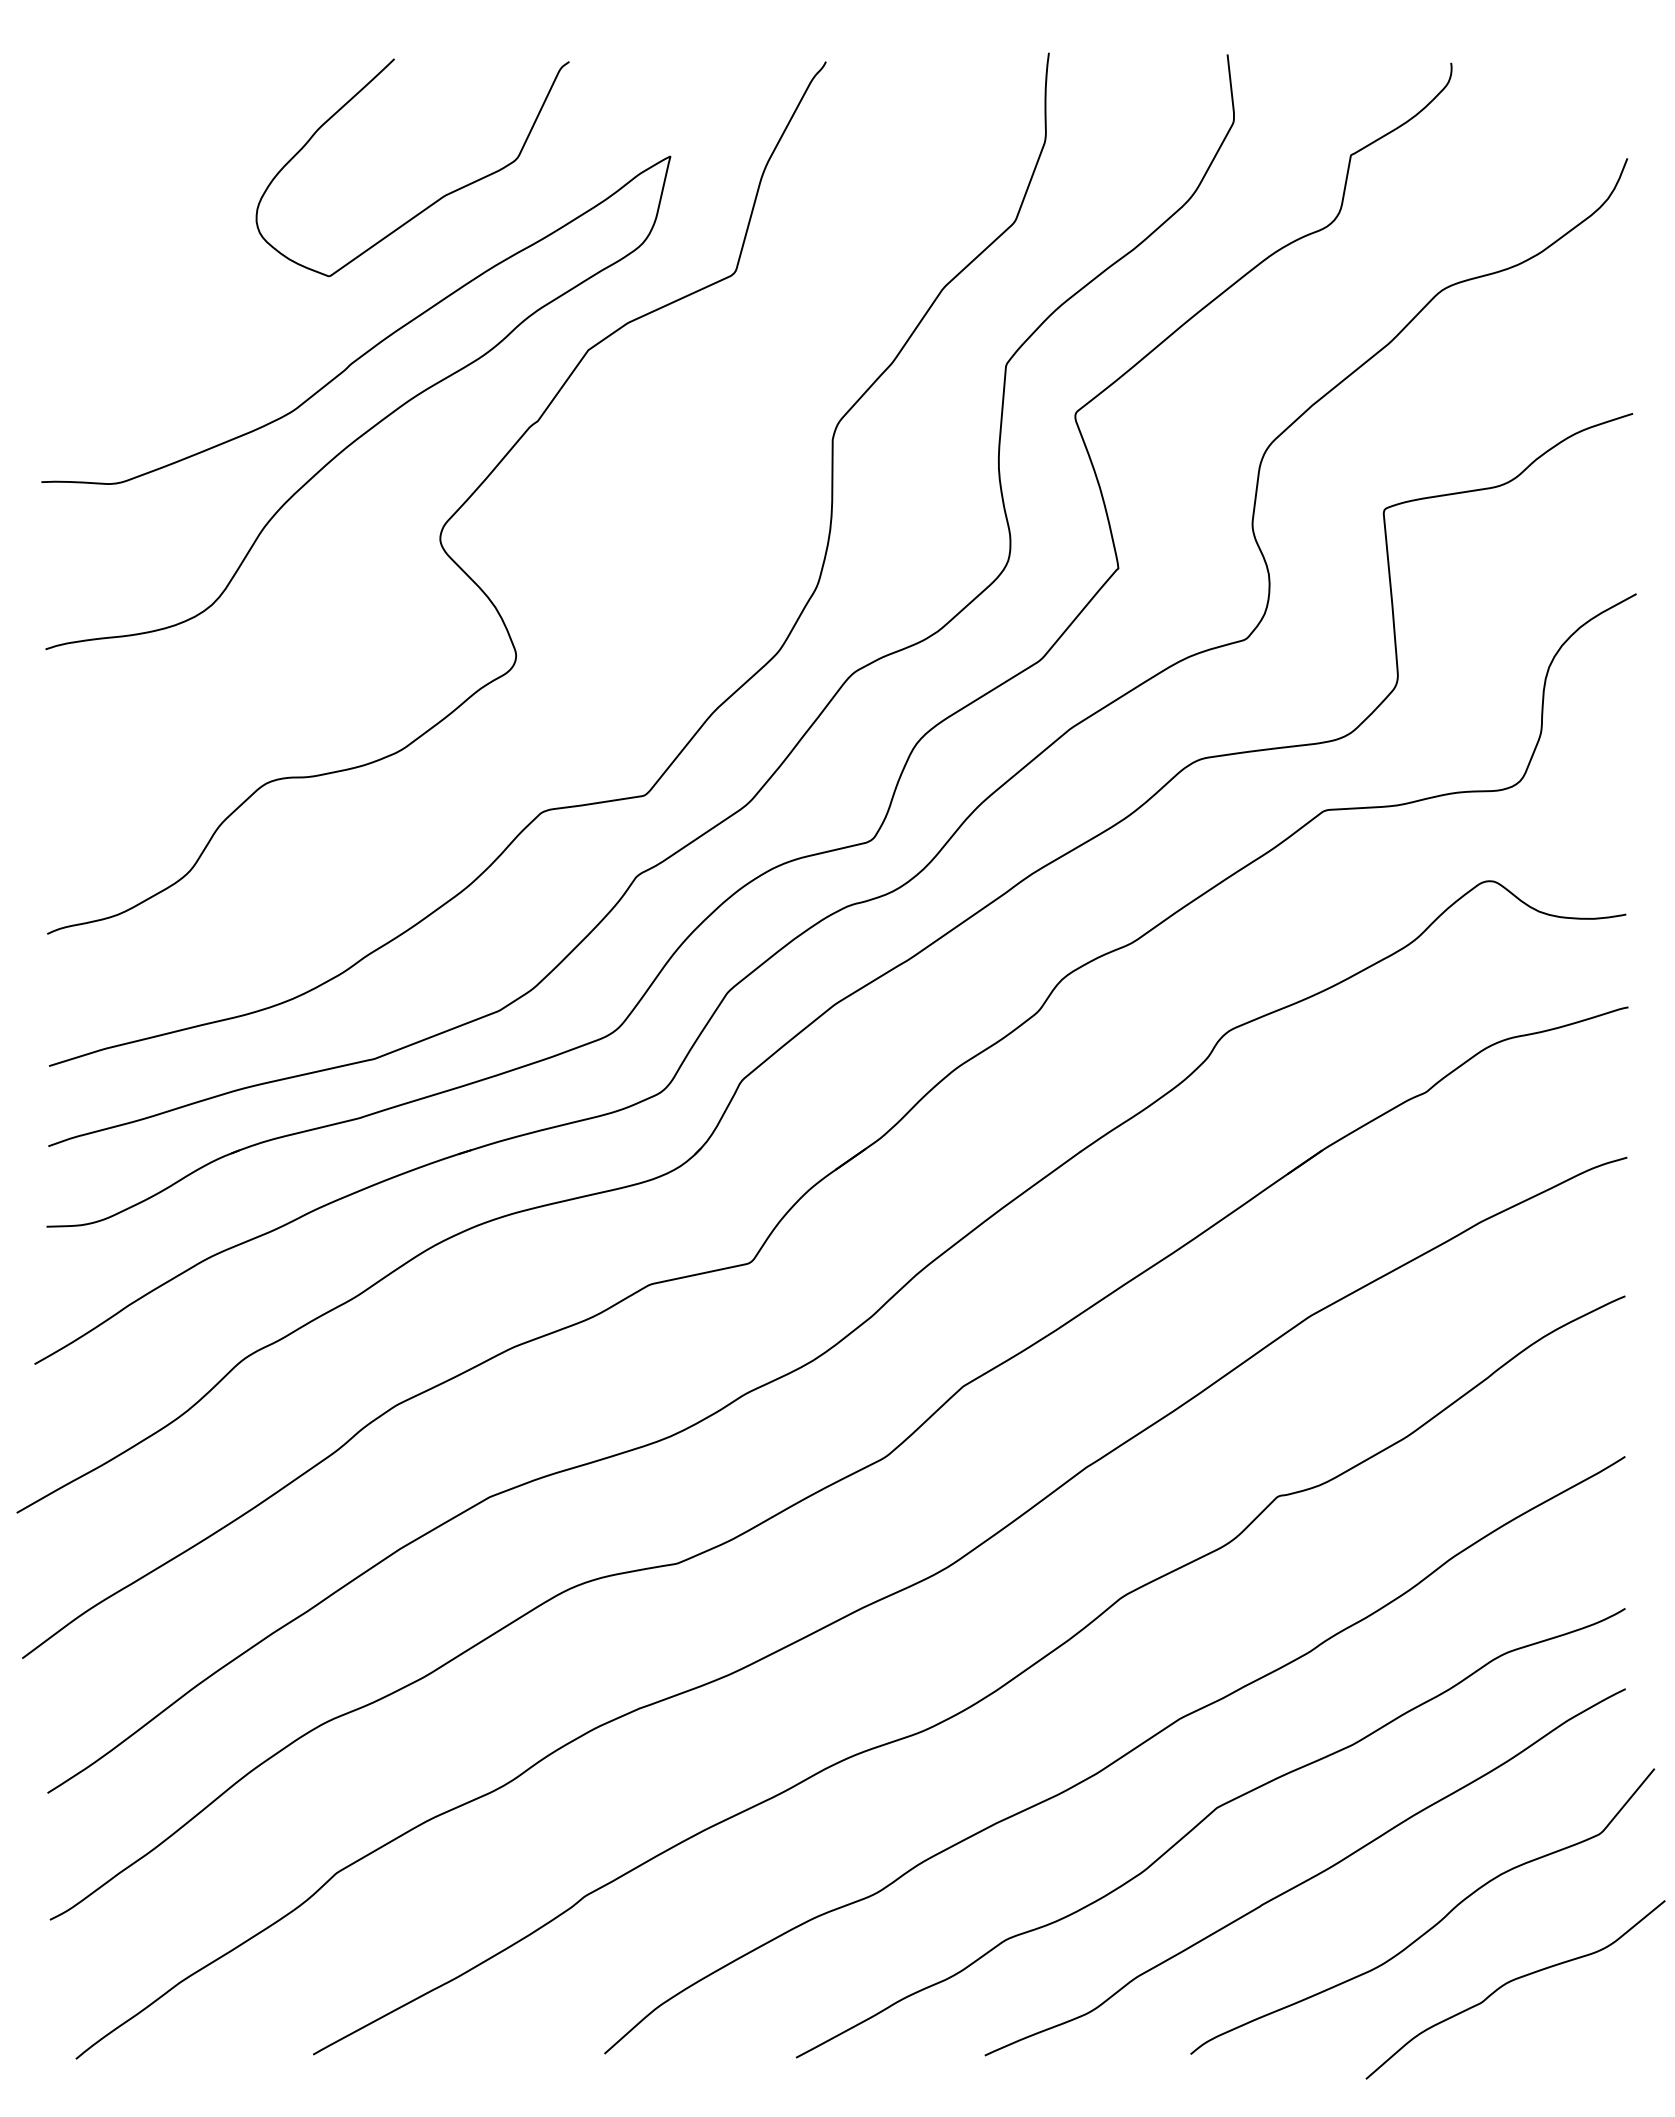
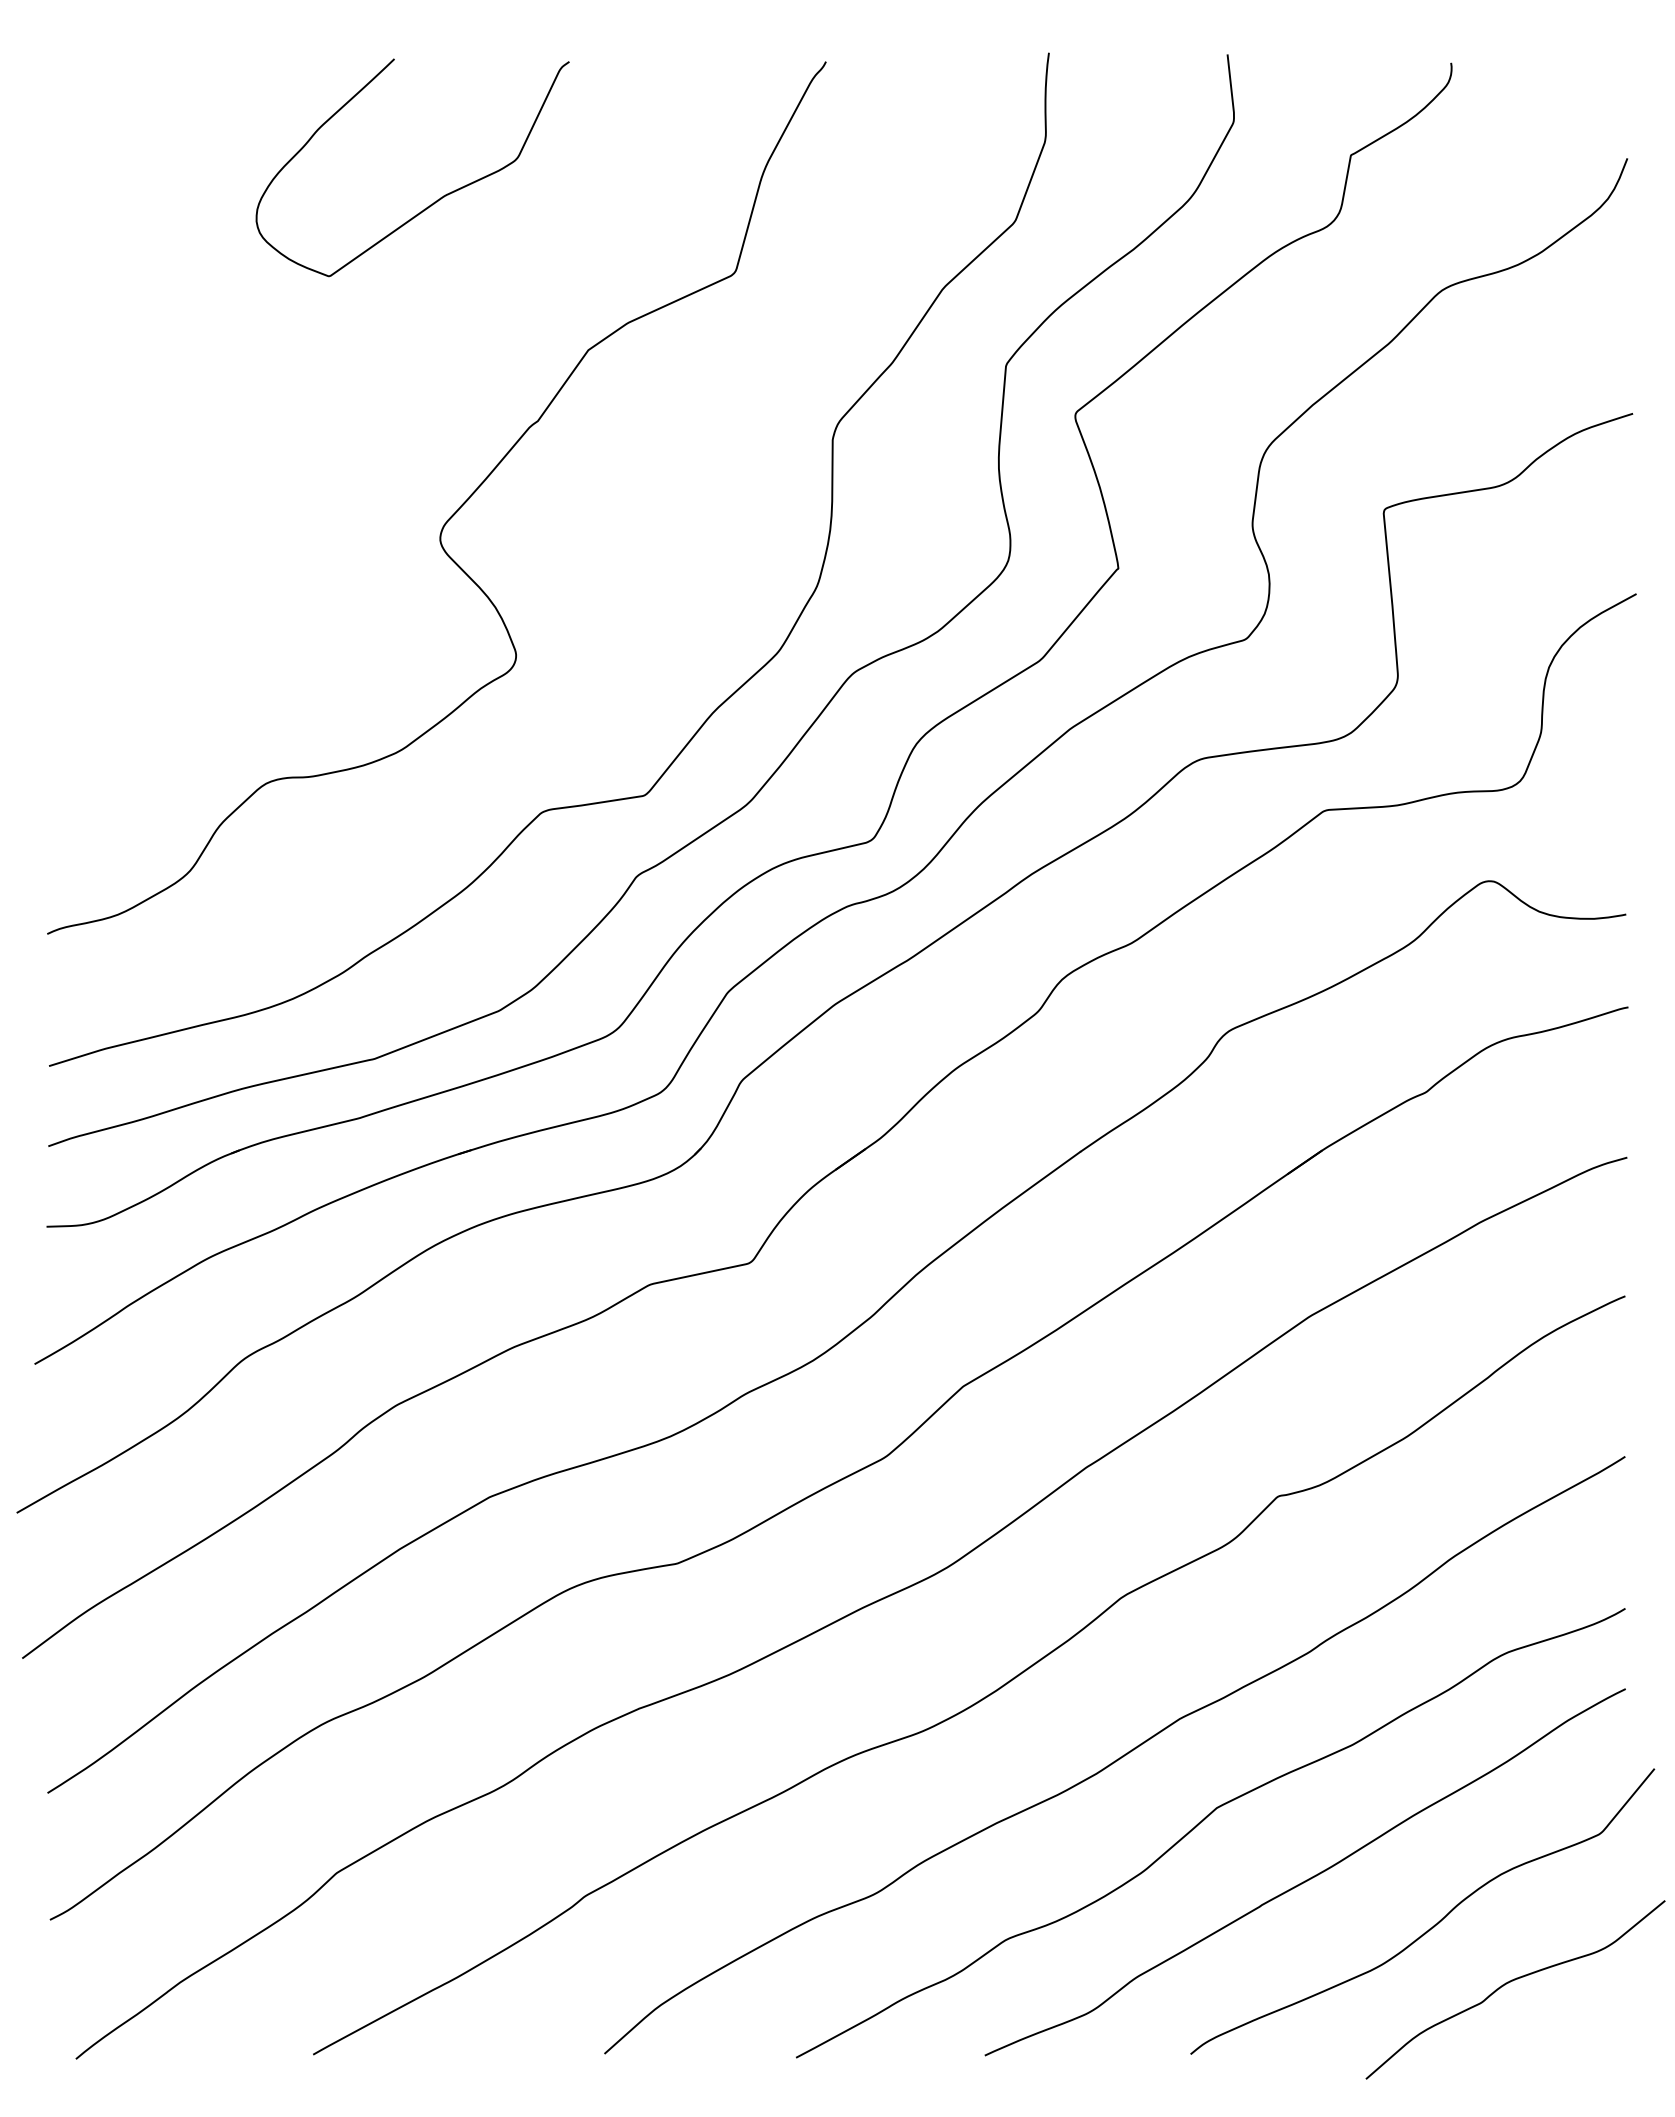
curve at (374, 424): present -> none
